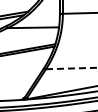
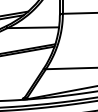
line at (71, 68): dashed -> solid
